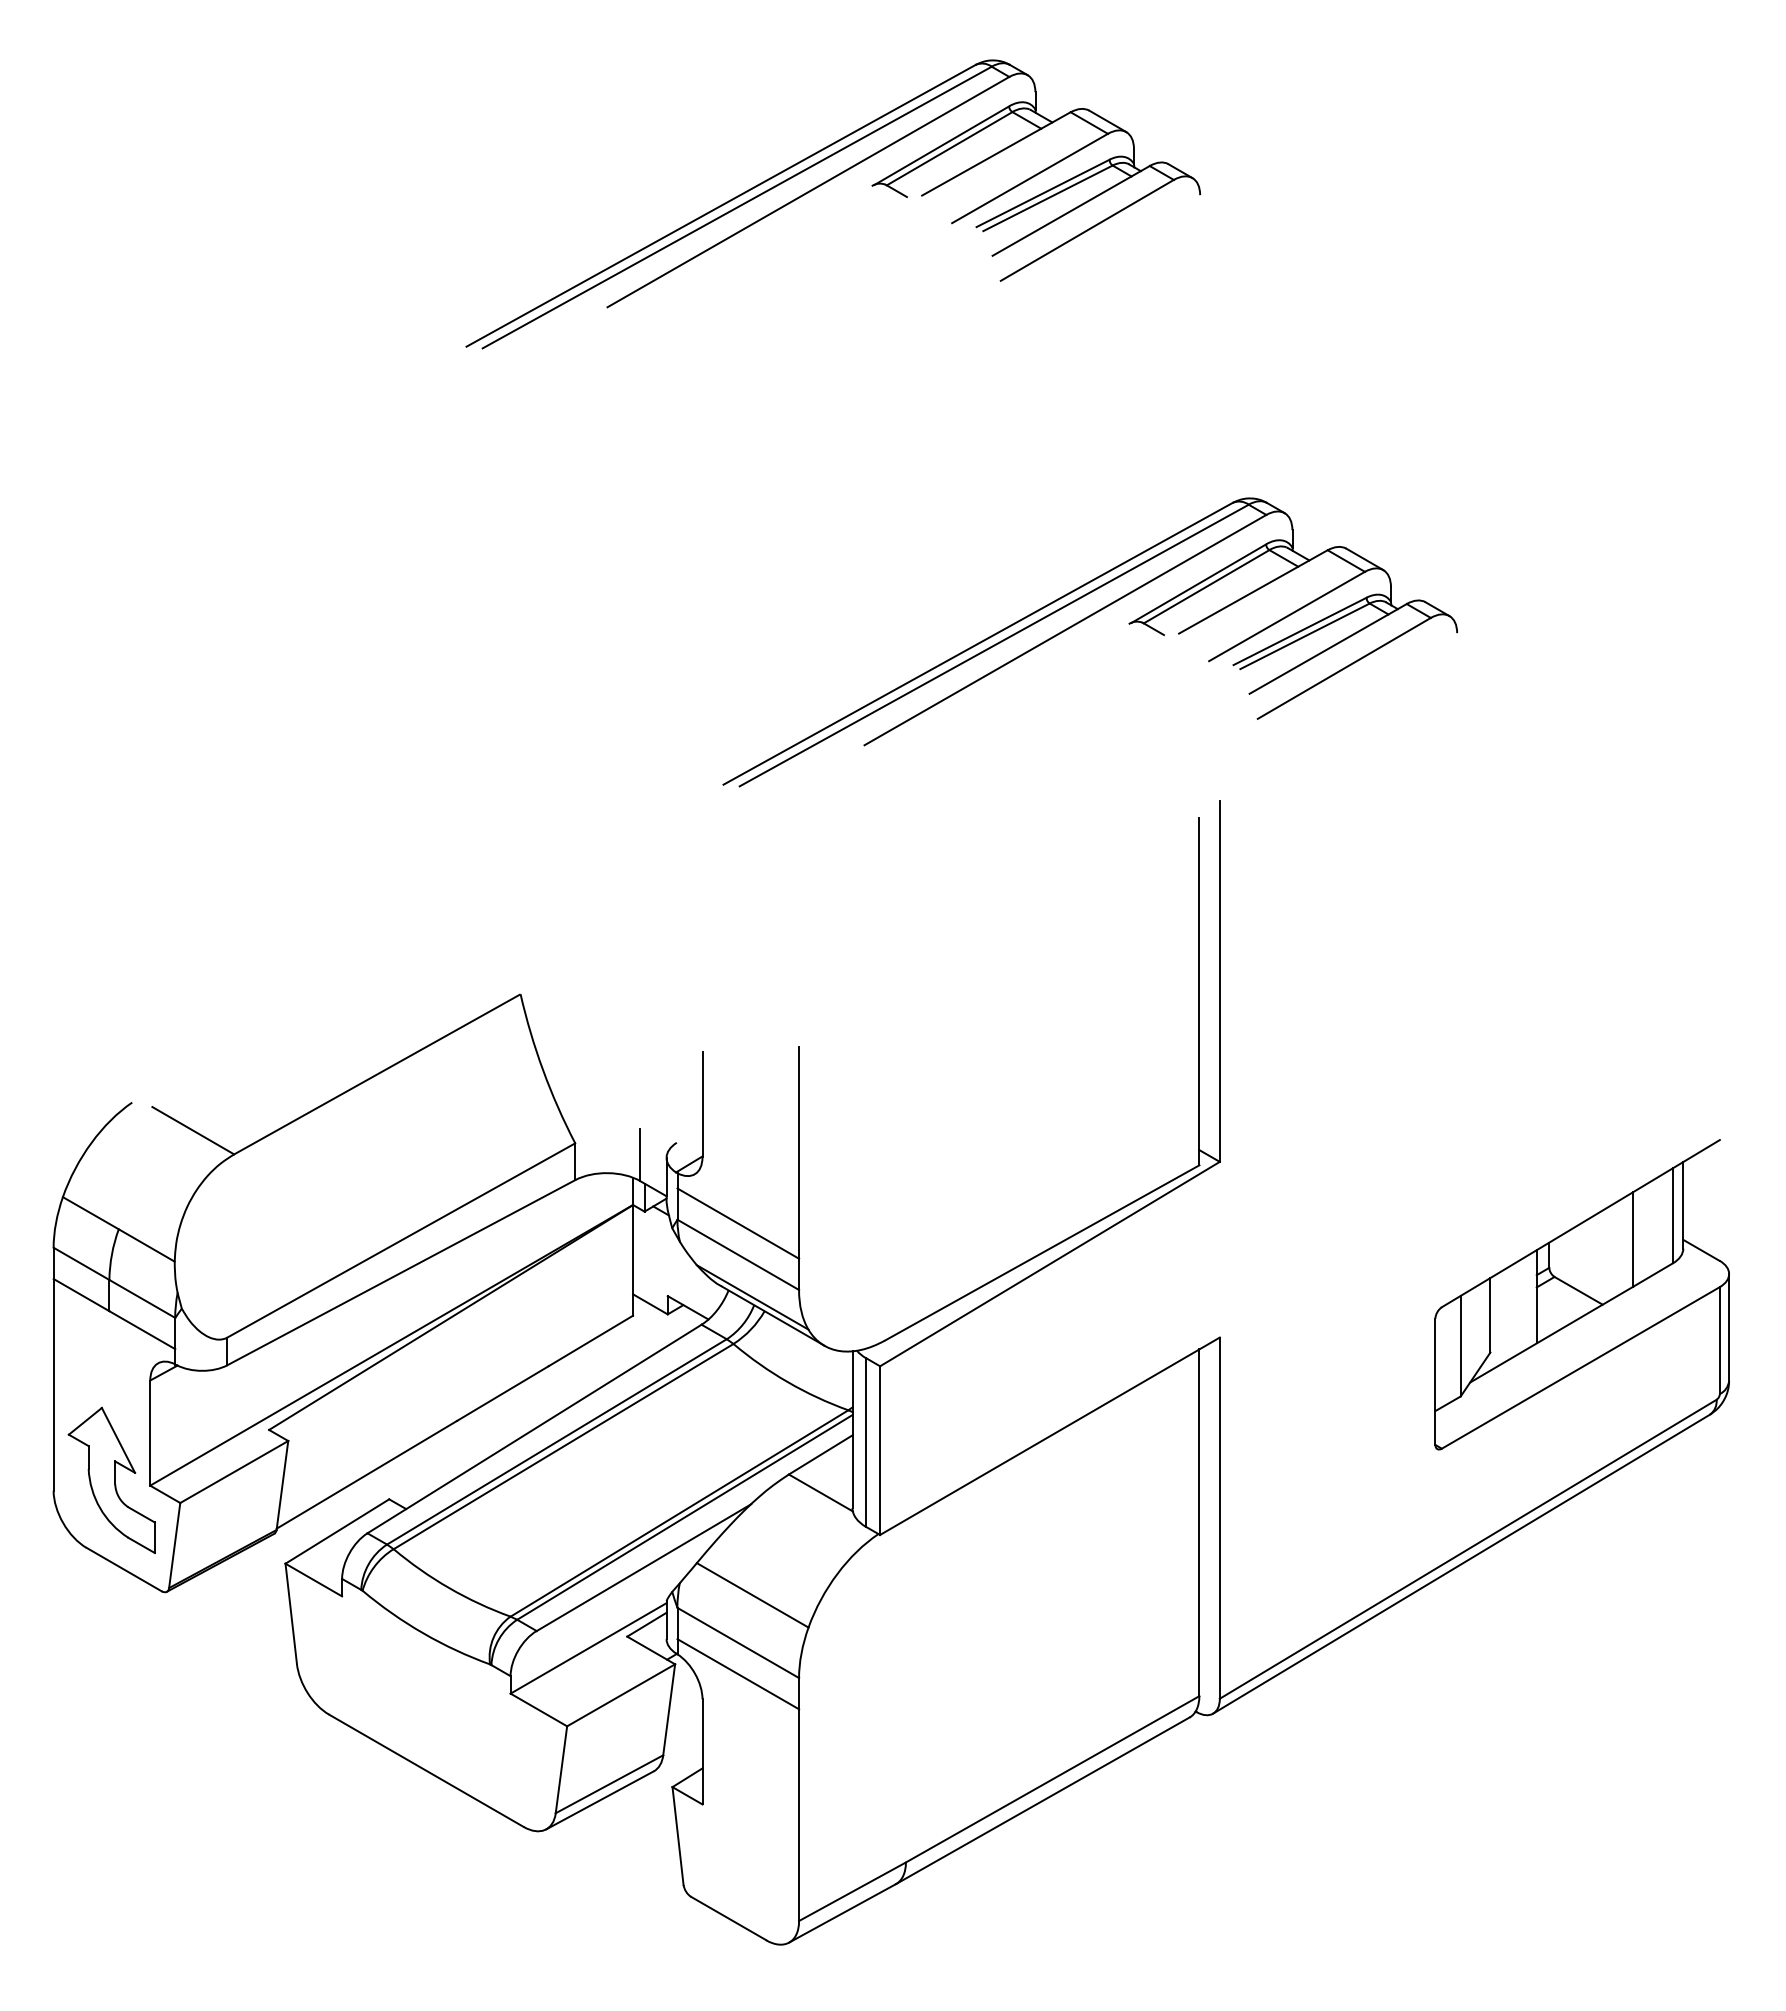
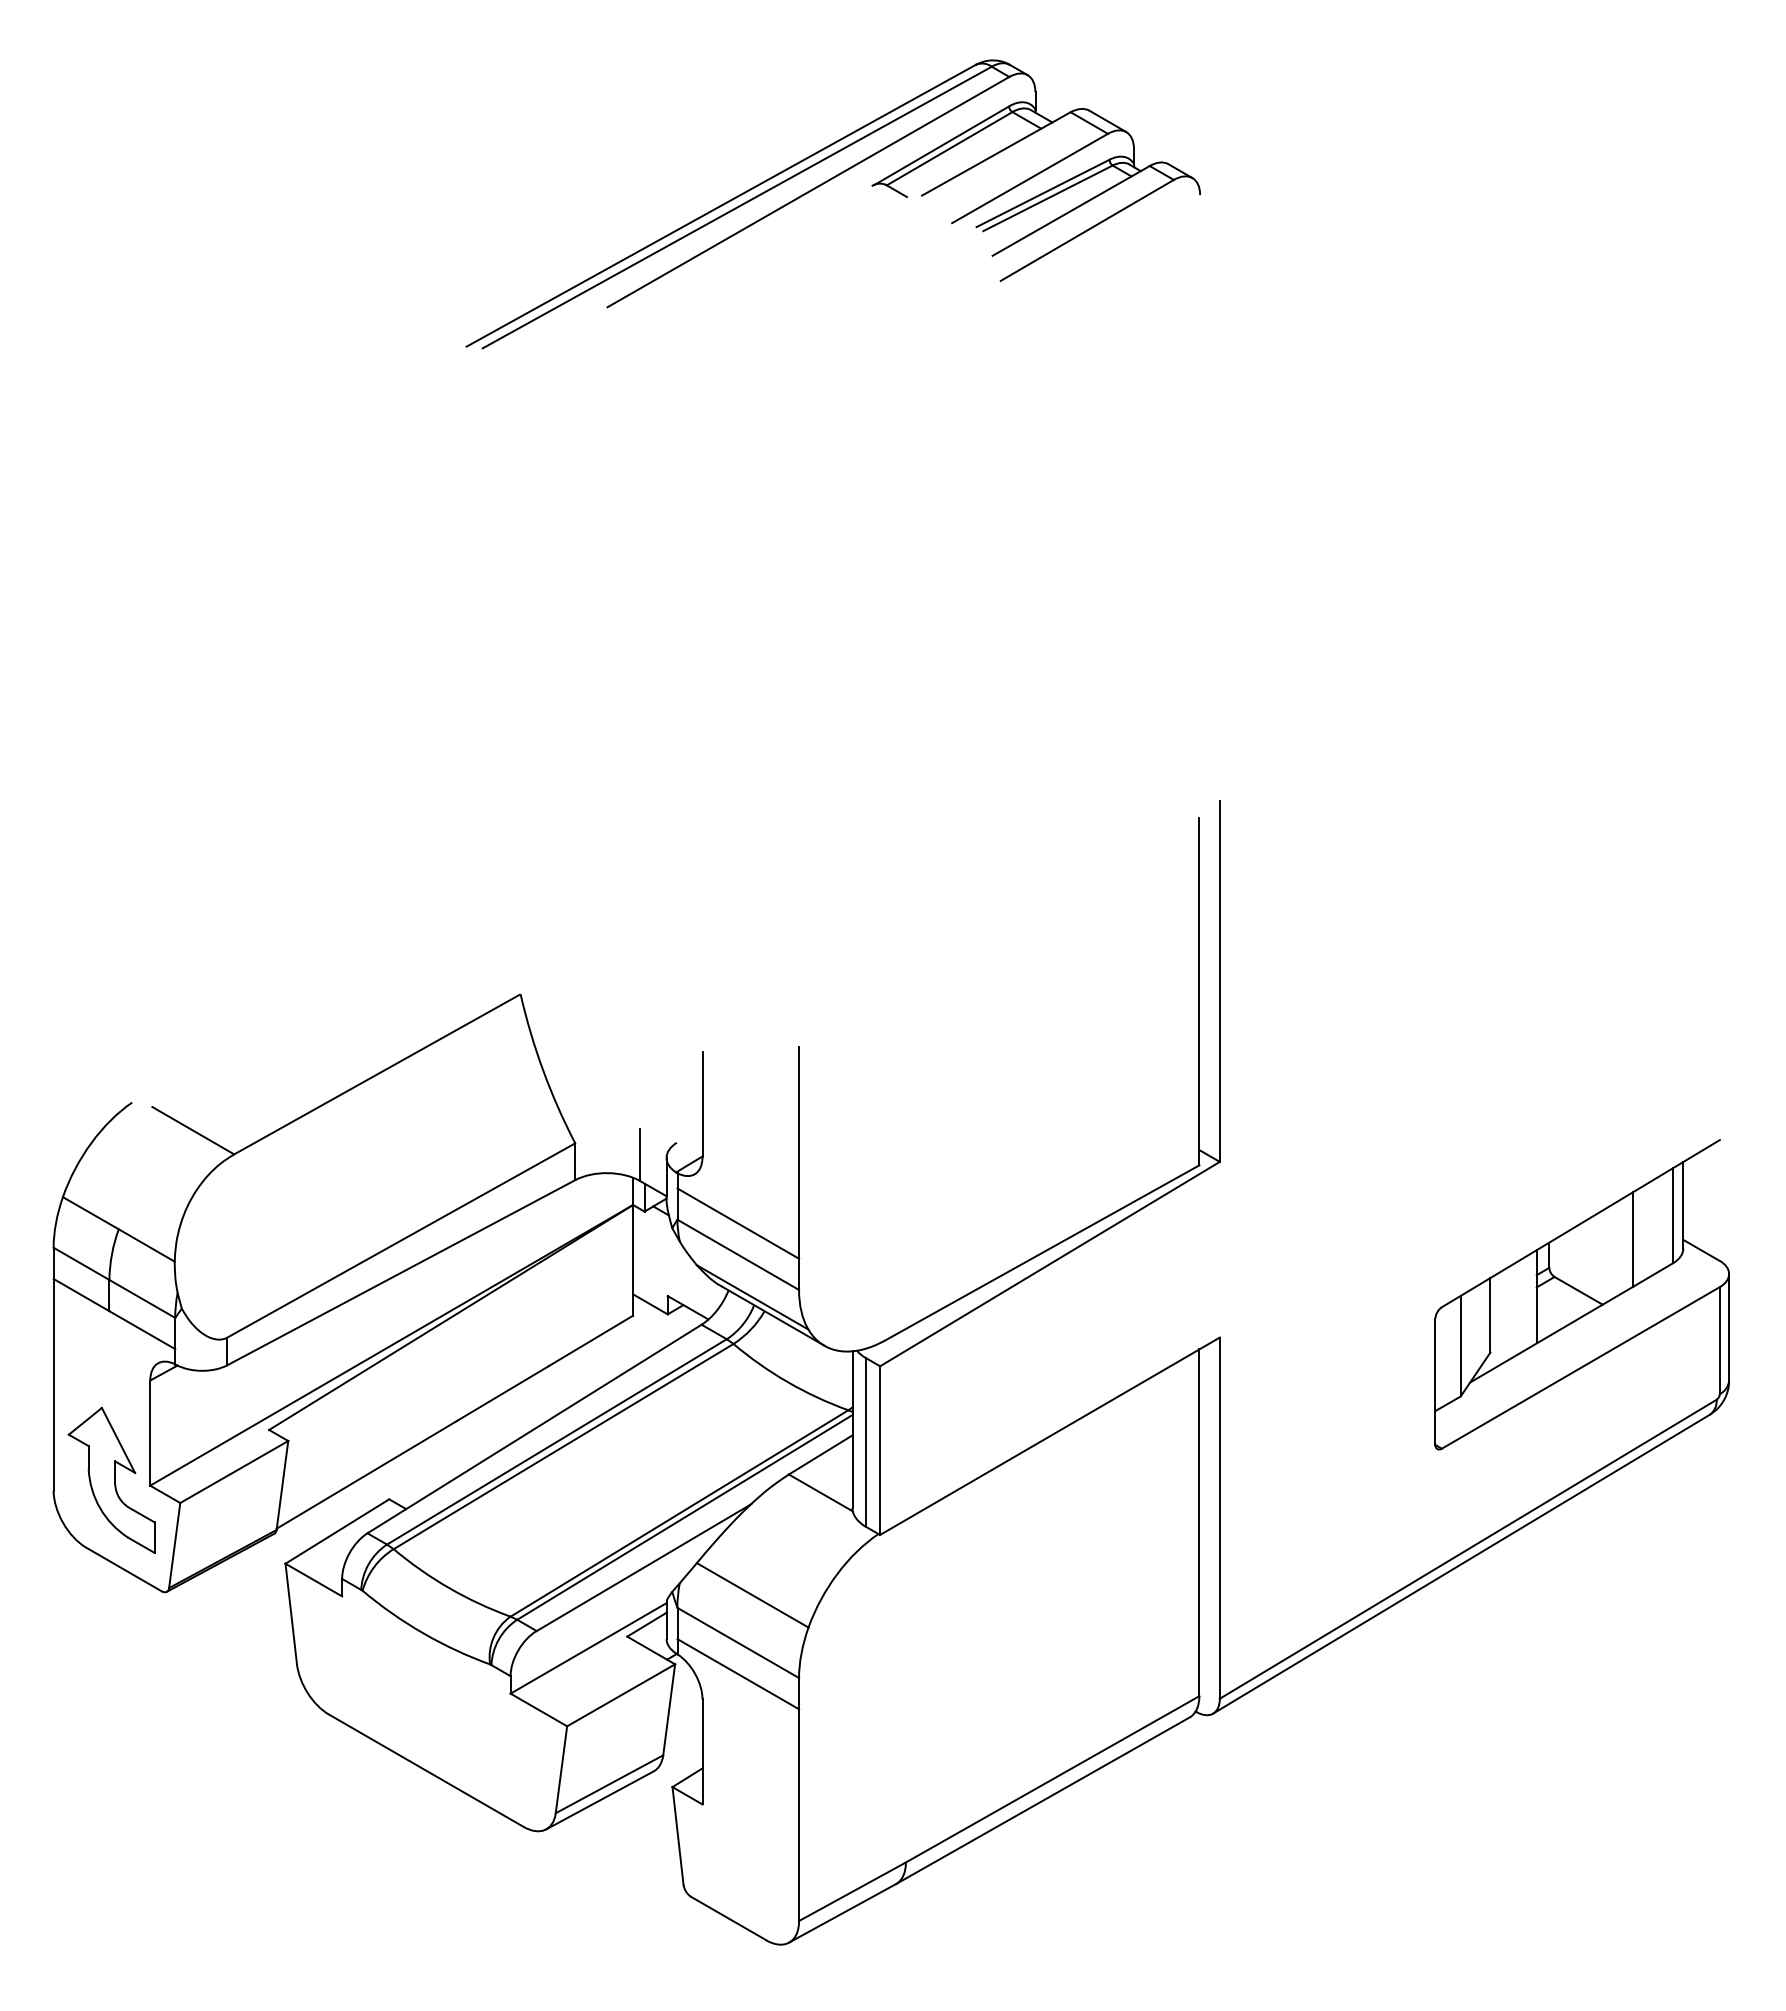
part at (1079, 623): present -> none
